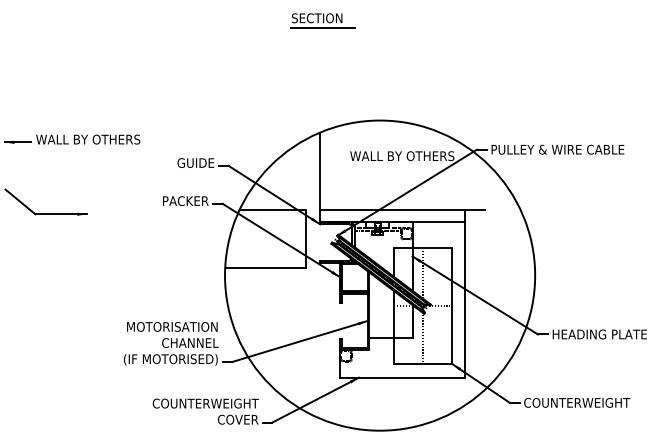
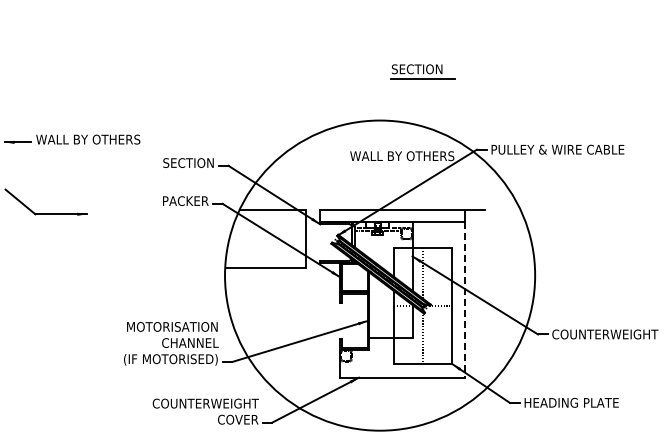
part at (322, 20) position: (322, 20) -> (422, 71)
text at (188, 162): GUIDE -> SECTION
line at (320, 171): present -> none
line at (465, 299): solid -> dashed
text at (605, 334): HEADING PLATE -> COUNTERWEIGHT
text at (577, 402): COUNTERWEIGHT -> HEADING PLATE
